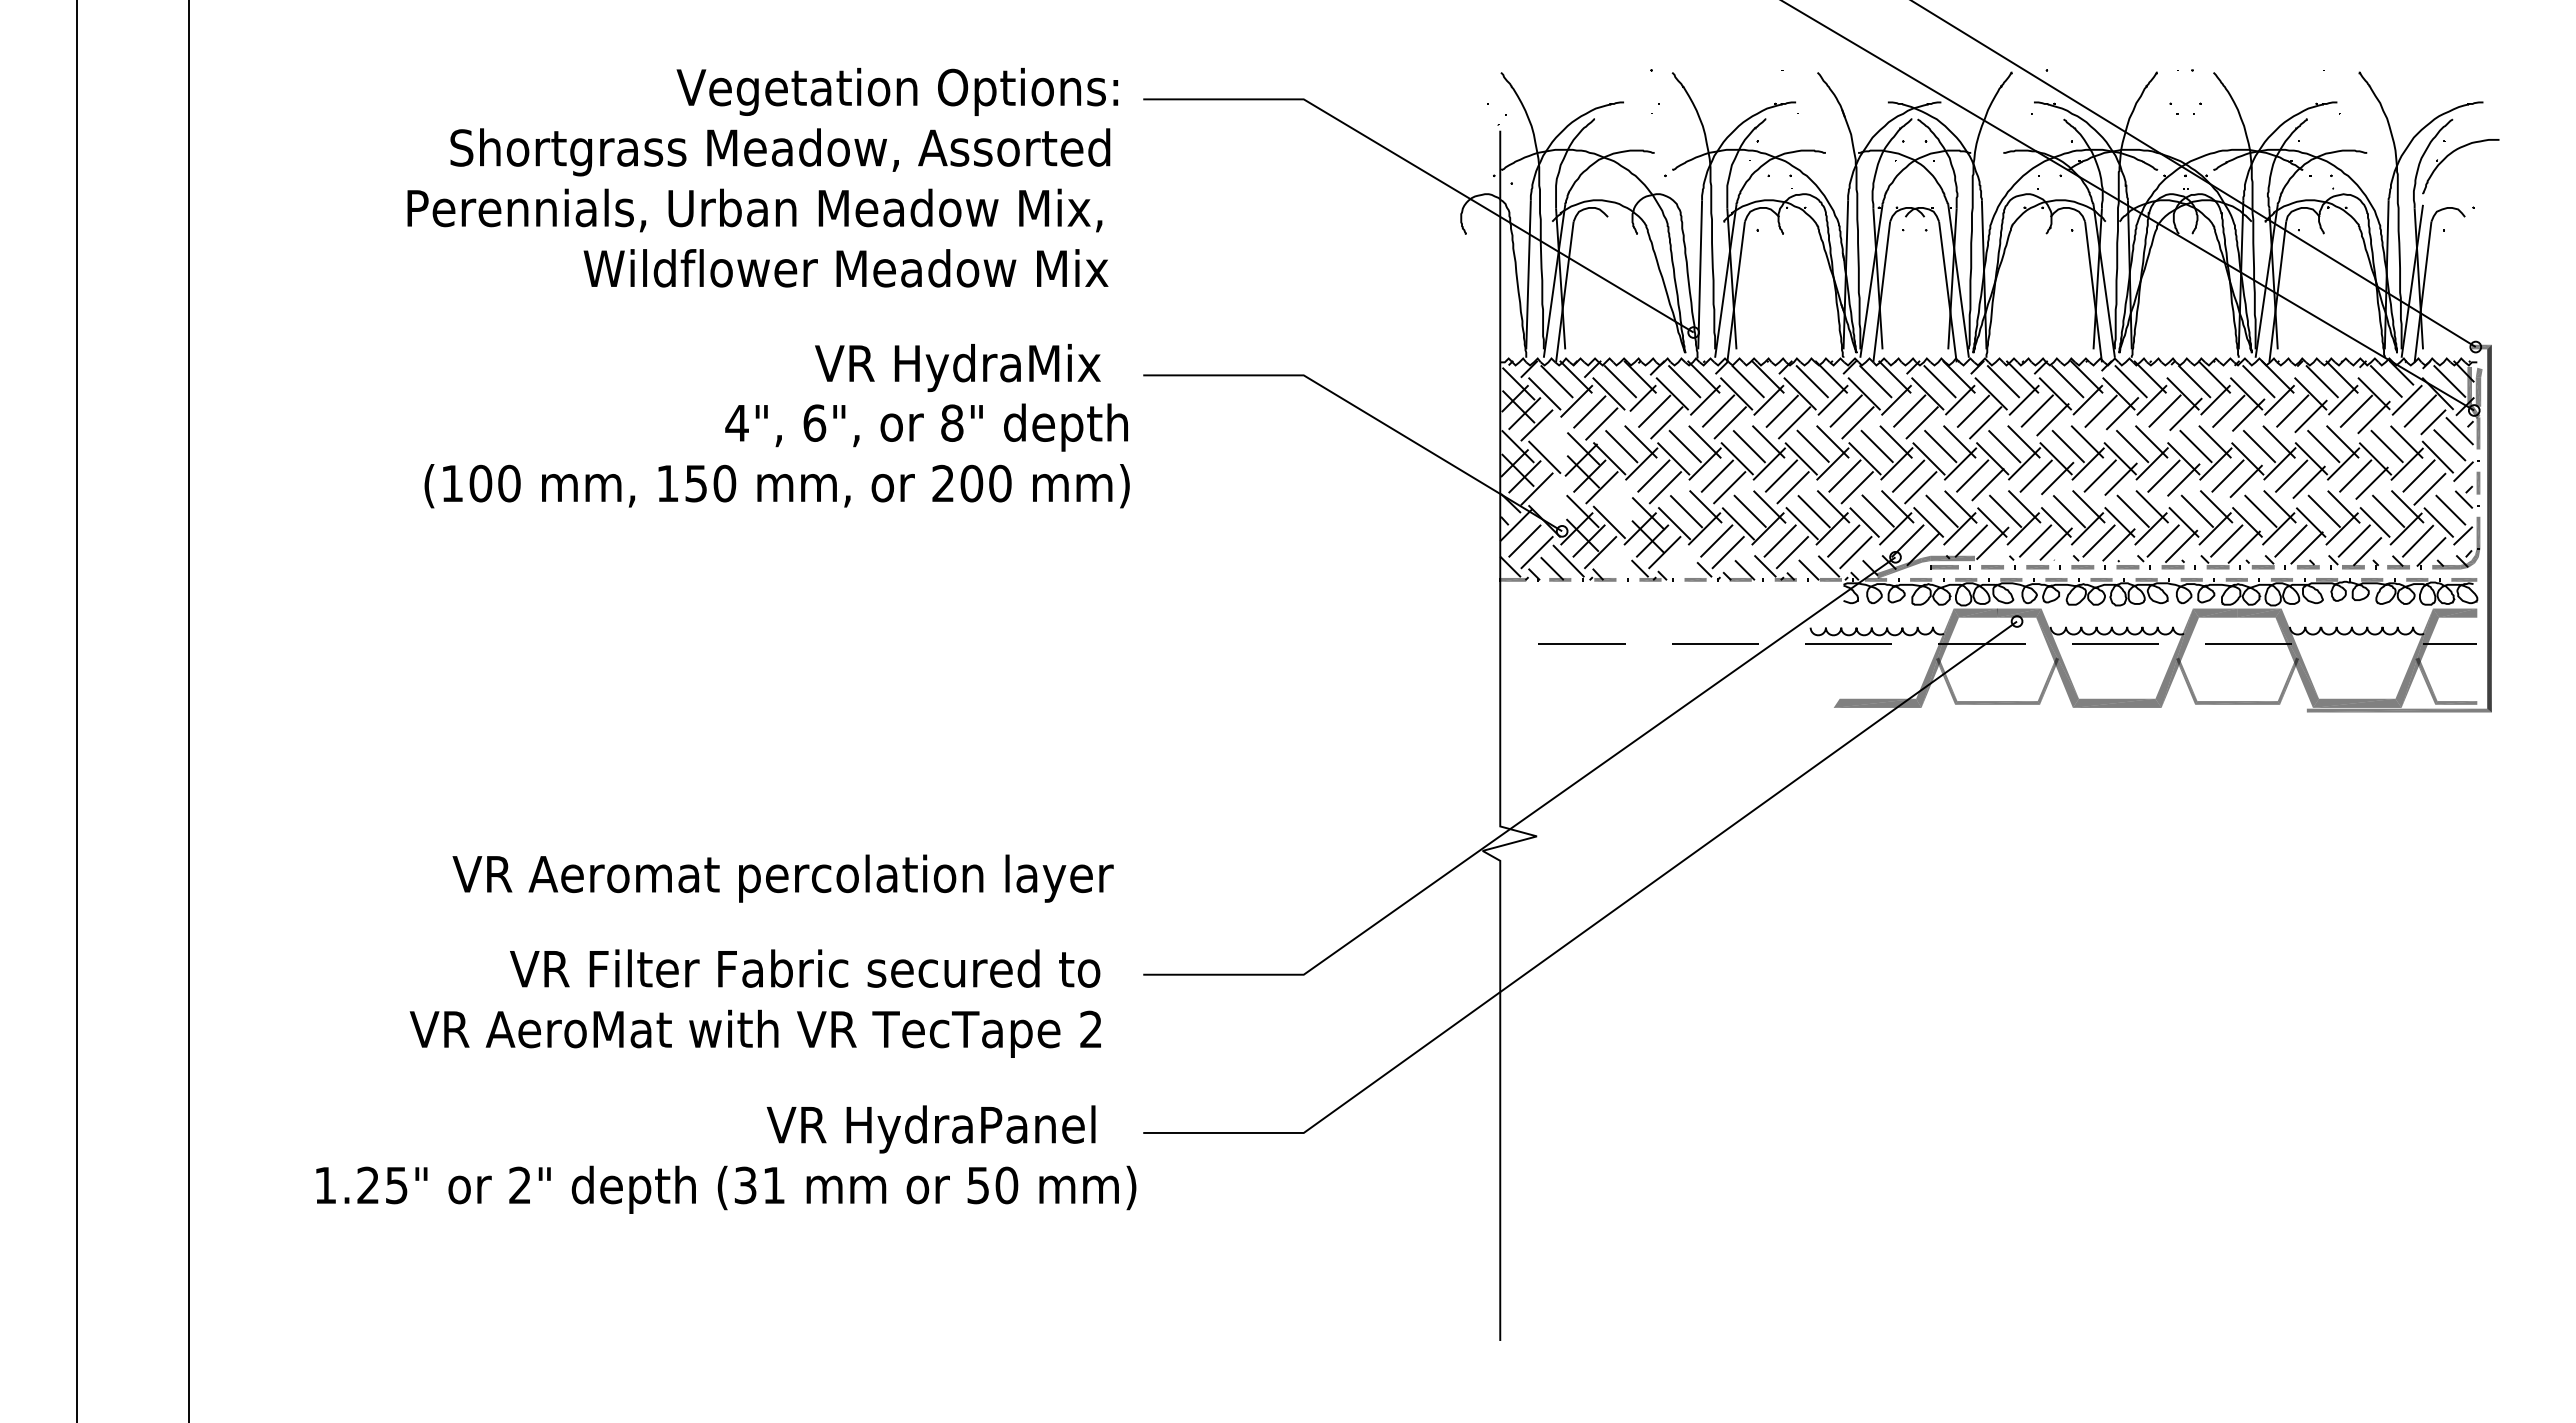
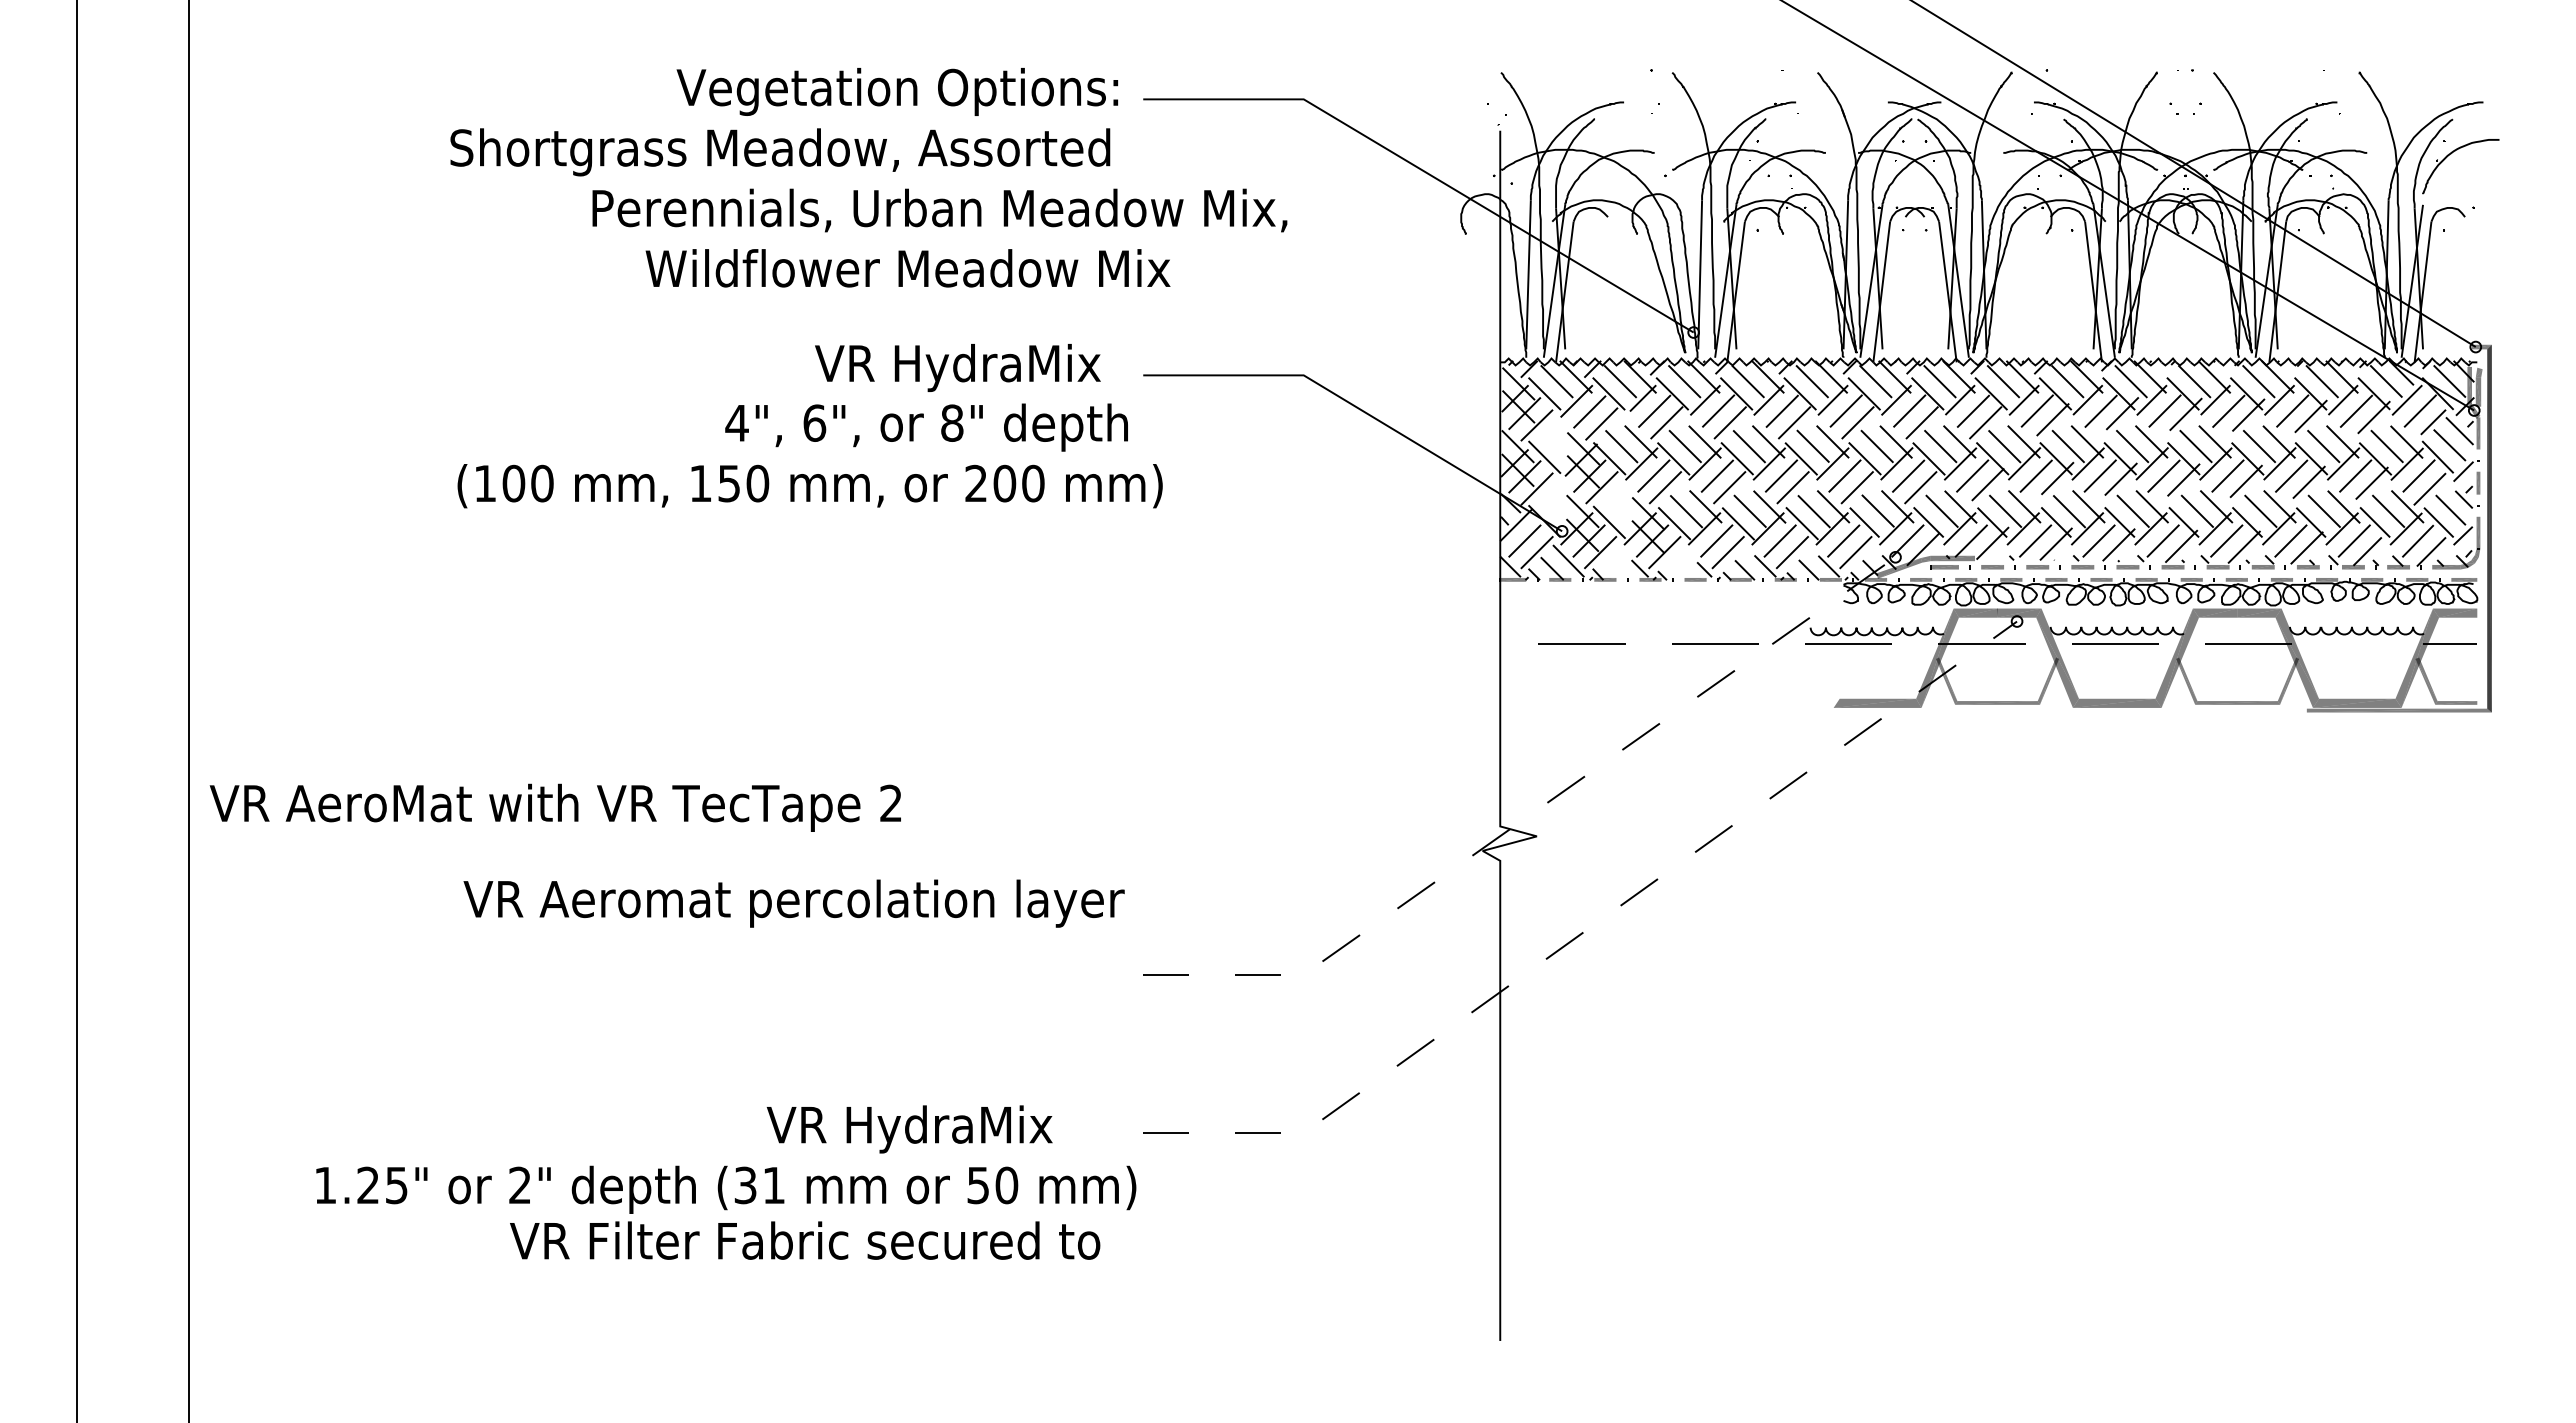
text at (754, 210) position: (754, 210) -> (939, 210)
text at (845, 268) position: (845, 268) -> (907, 268)
text at (776, 486) position: (776, 486) -> (809, 486)
line at (1533, 812): solid -> dashed
text at (782, 878) position: (782, 878) -> (793, 903)
line at (1594, 924): solid -> dashed
text at (805, 968) position: (805, 968) -> (805, 1240)
text at (754, 1033) position: (754, 1033) -> (554, 807)
text at (1040, 1124): VR HydraPanel -> VR HydraMix
